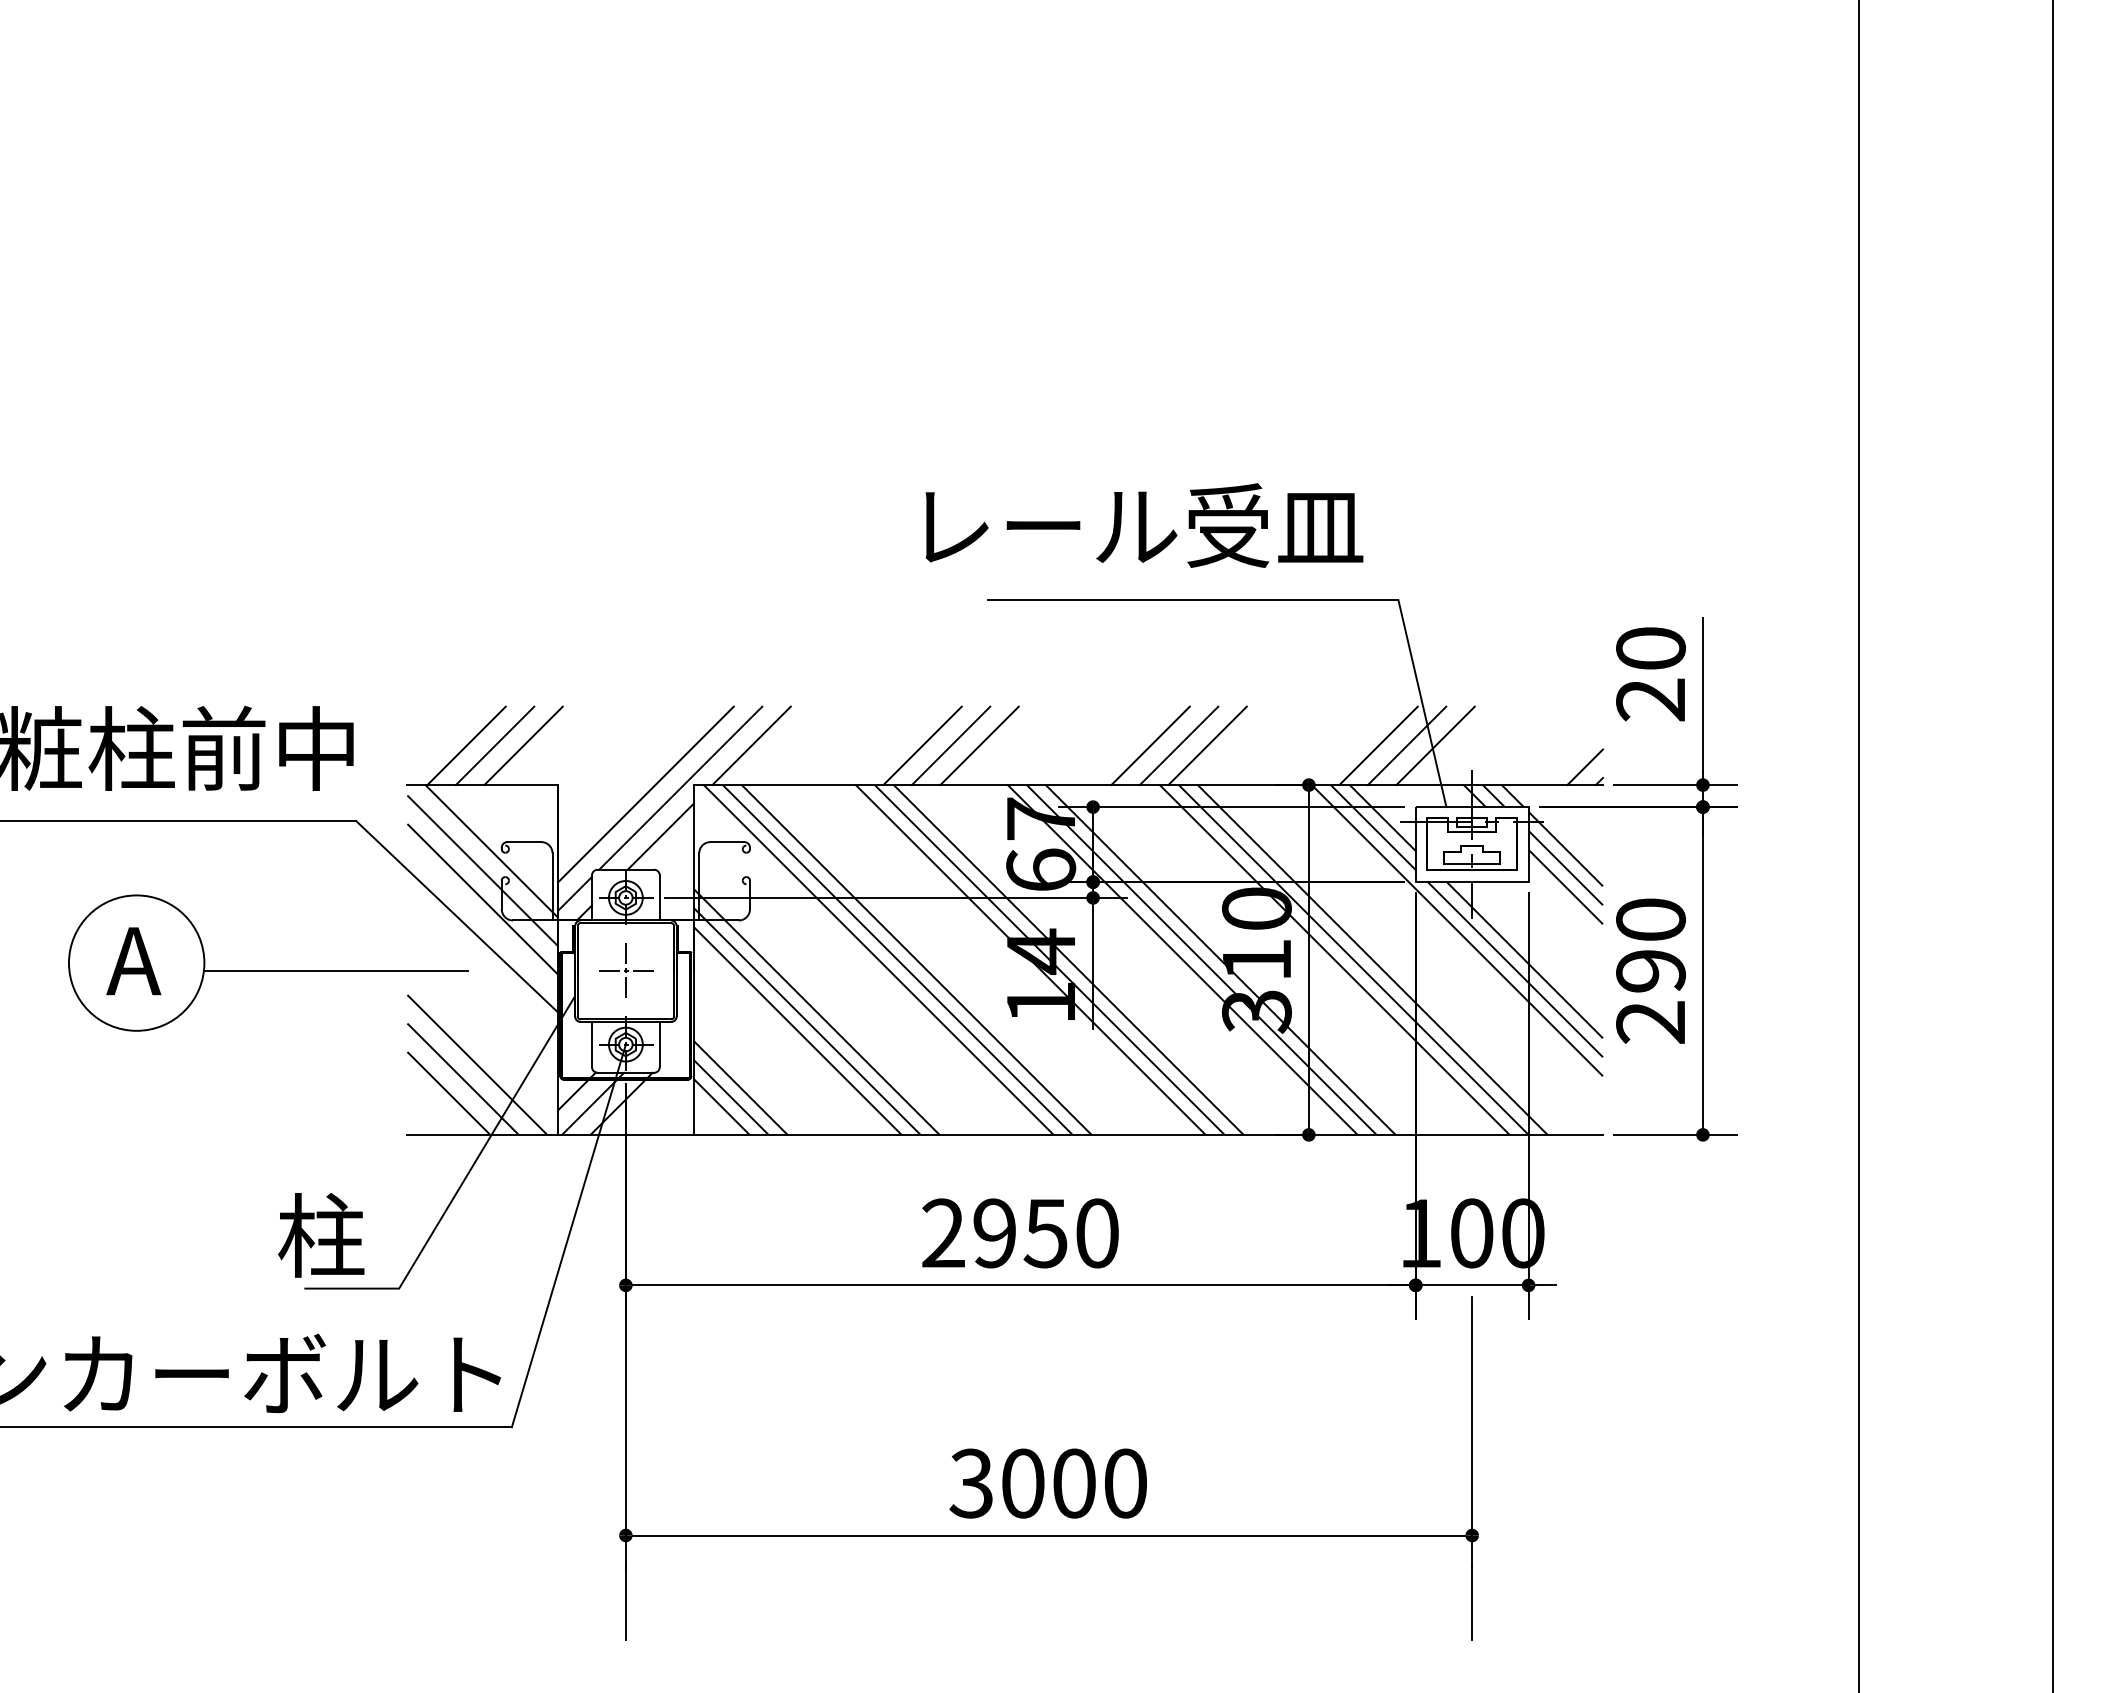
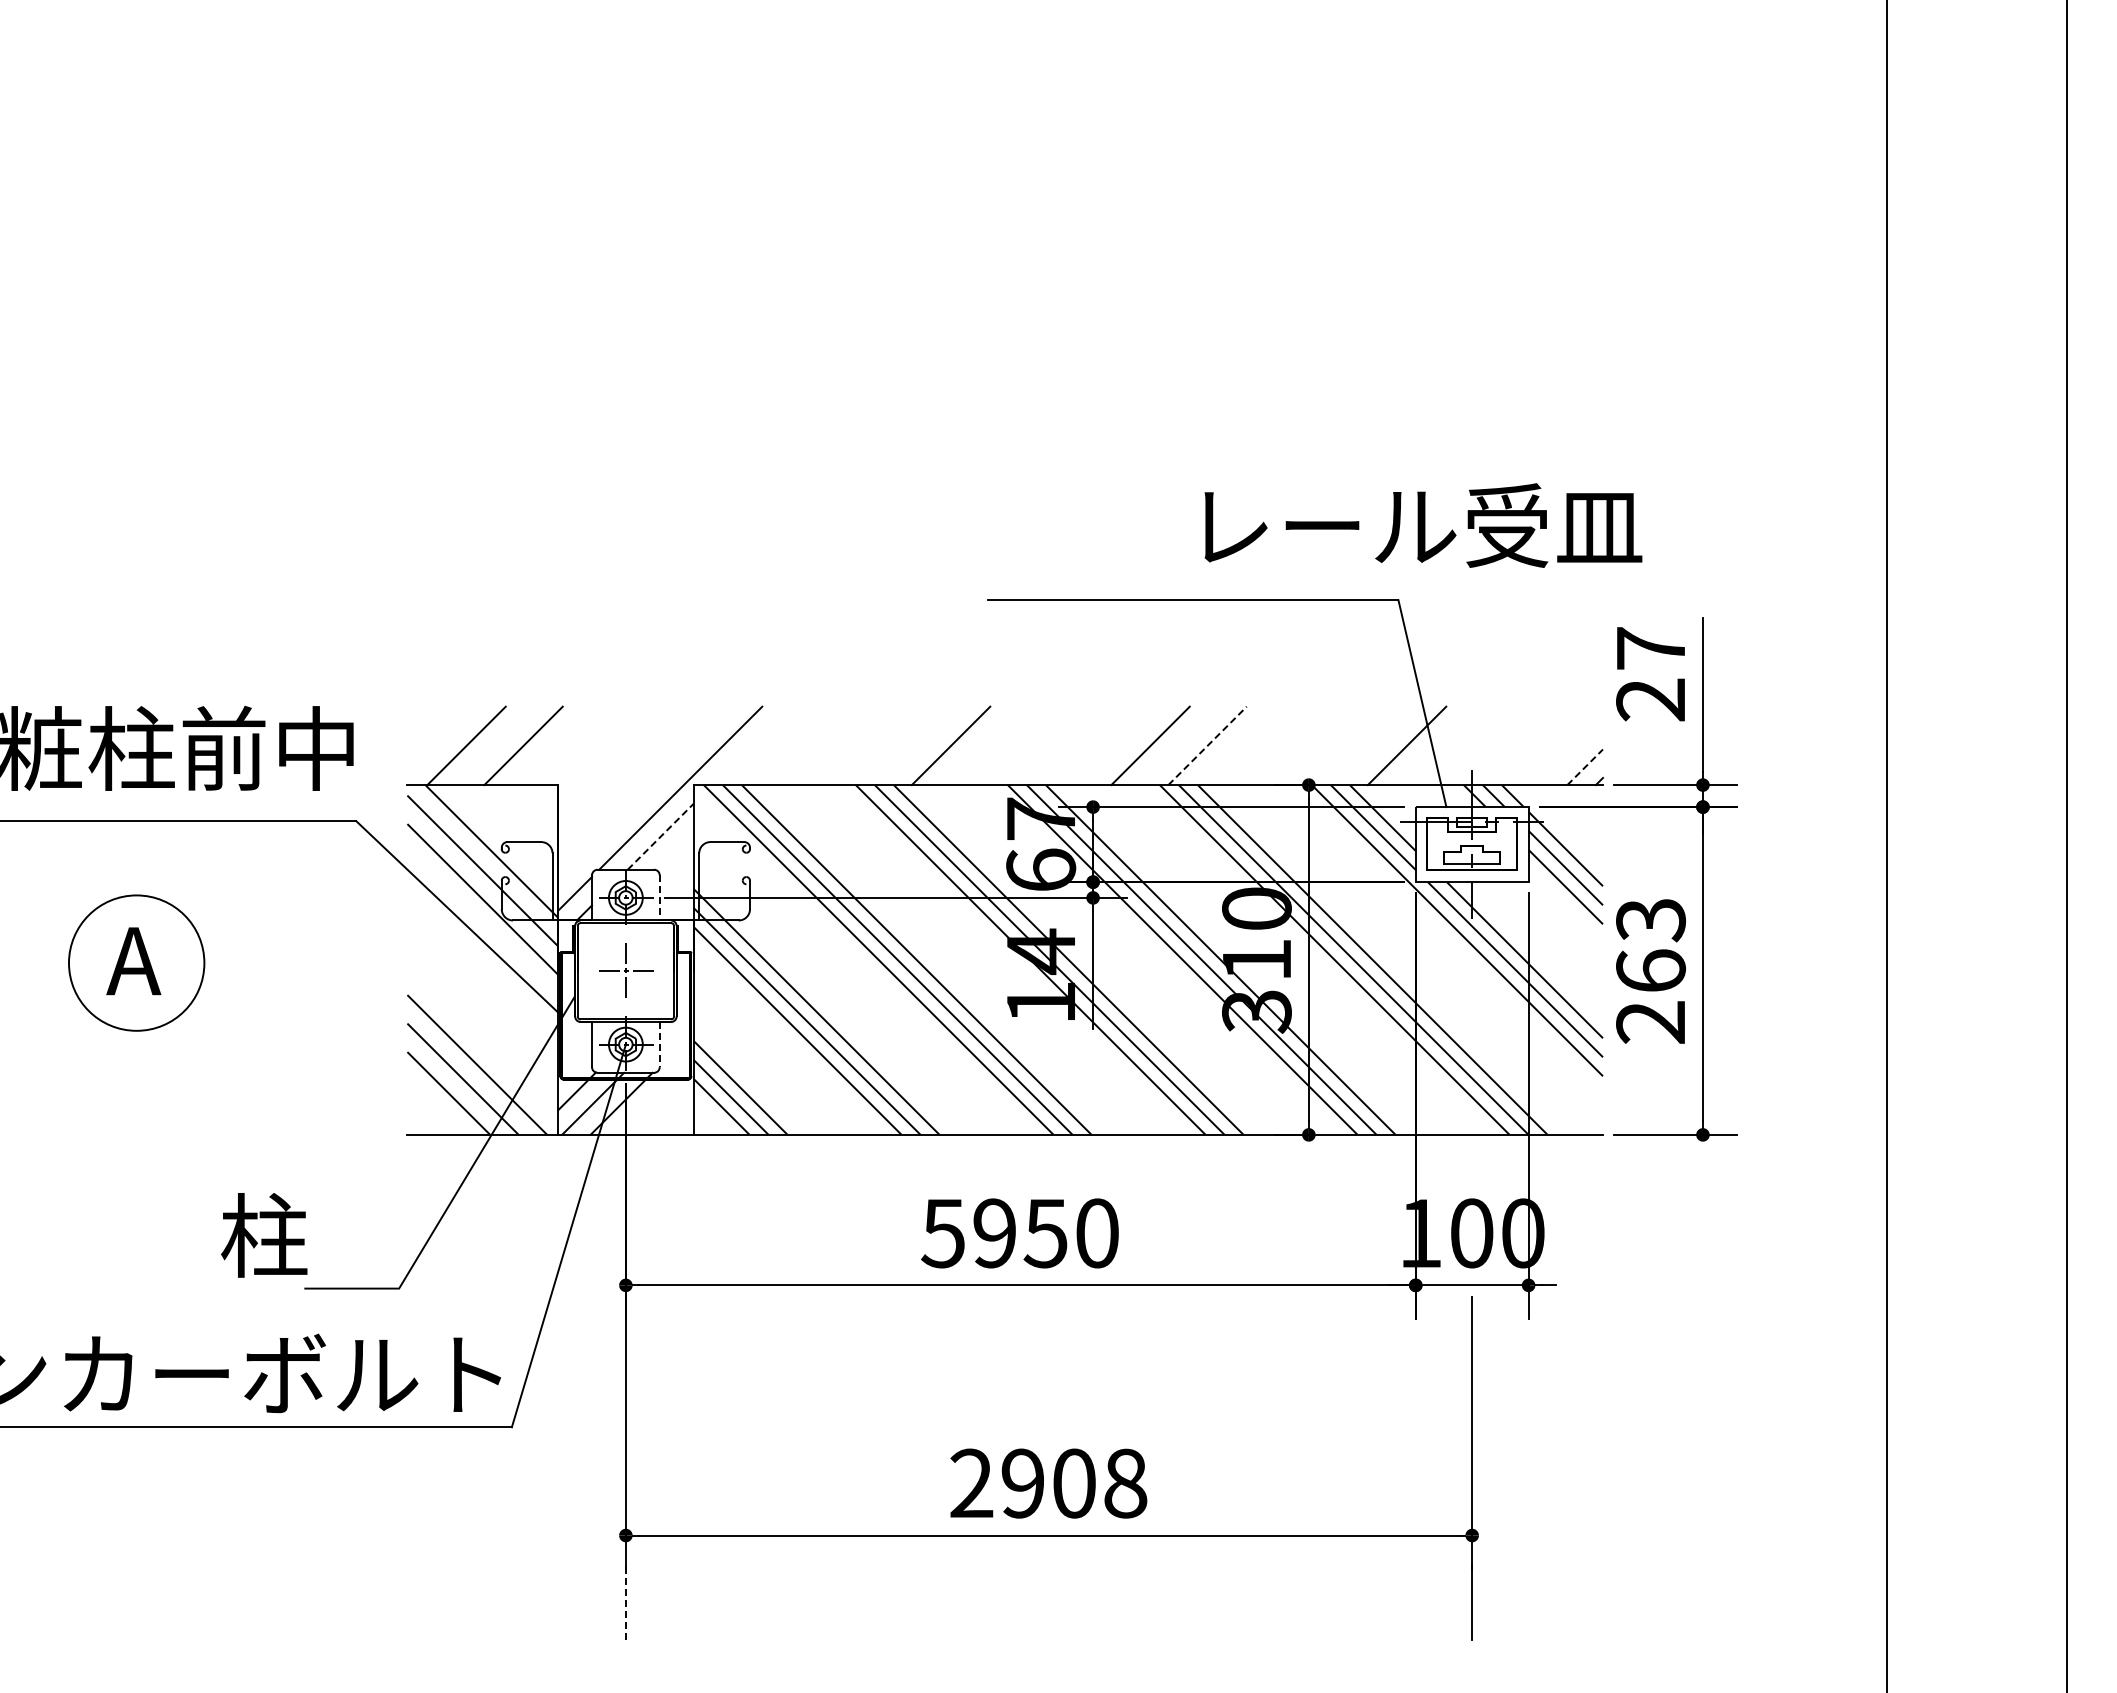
text at (1144, 525) position: (1144, 525) -> (1423, 525)
text at (1650, 648): 20 -> 27
line at (494, 745): present -> none
line at (751, 745): present -> none
line at (922, 745): present -> none
line at (979, 745): present -> none
line at (1178, 745): present -> none
line at (1207, 745): solid -> dashed
line at (1378, 745): present -> none
line at (1435, 745): present -> none
line at (1585, 766): solid -> dashed
line at (645, 794): present -> none
line at (660, 836): solid -> dashed
line at (1858, 845) position: (1858, 845) -> (1886, 845)
line at (2053, 845) position: (2053, 845) -> (2067, 845)
line at (659, 897): solid -> dashed
text at (1650, 945): 290 -> 263
line at (335, 971): present -> none
line at (659, 1044): solid -> dashed
text at (942, 1233): 2950 -> 5950
text at (321, 1235) position: (321, 1235) -> (264, 1235)
text at (1048, 1483): 3000 -> 2908
line at (625, 1601): solid -> dashed
